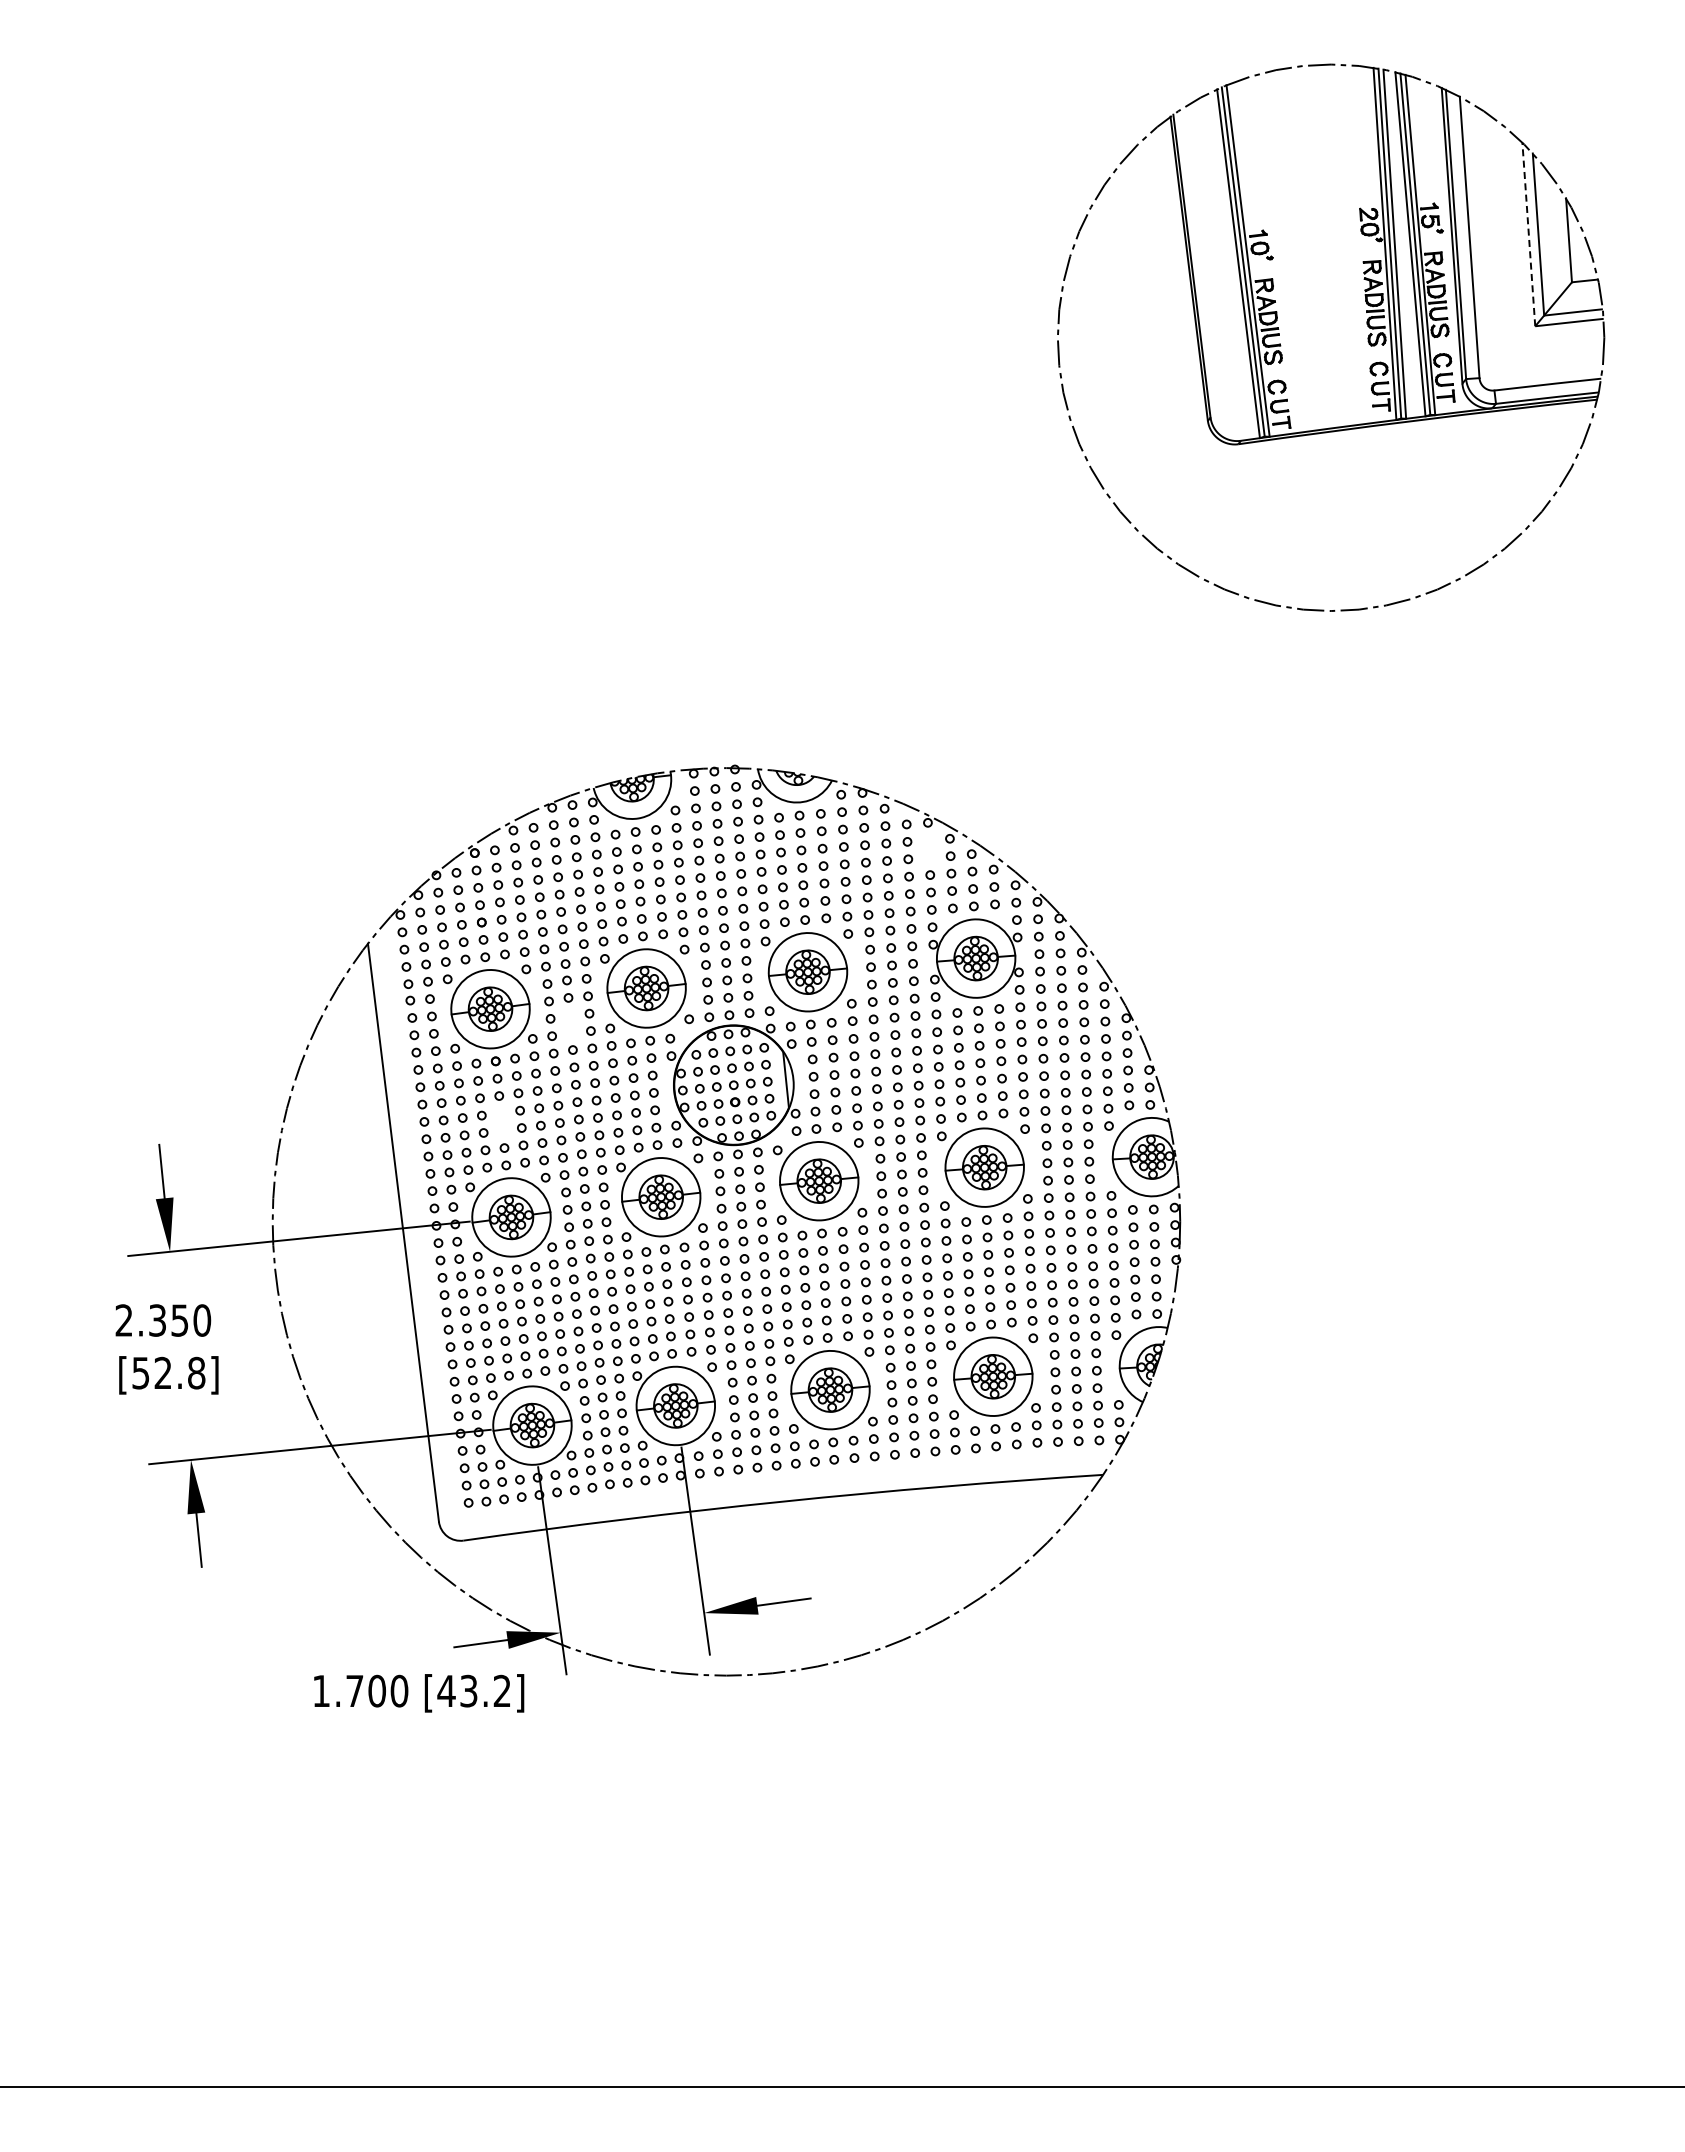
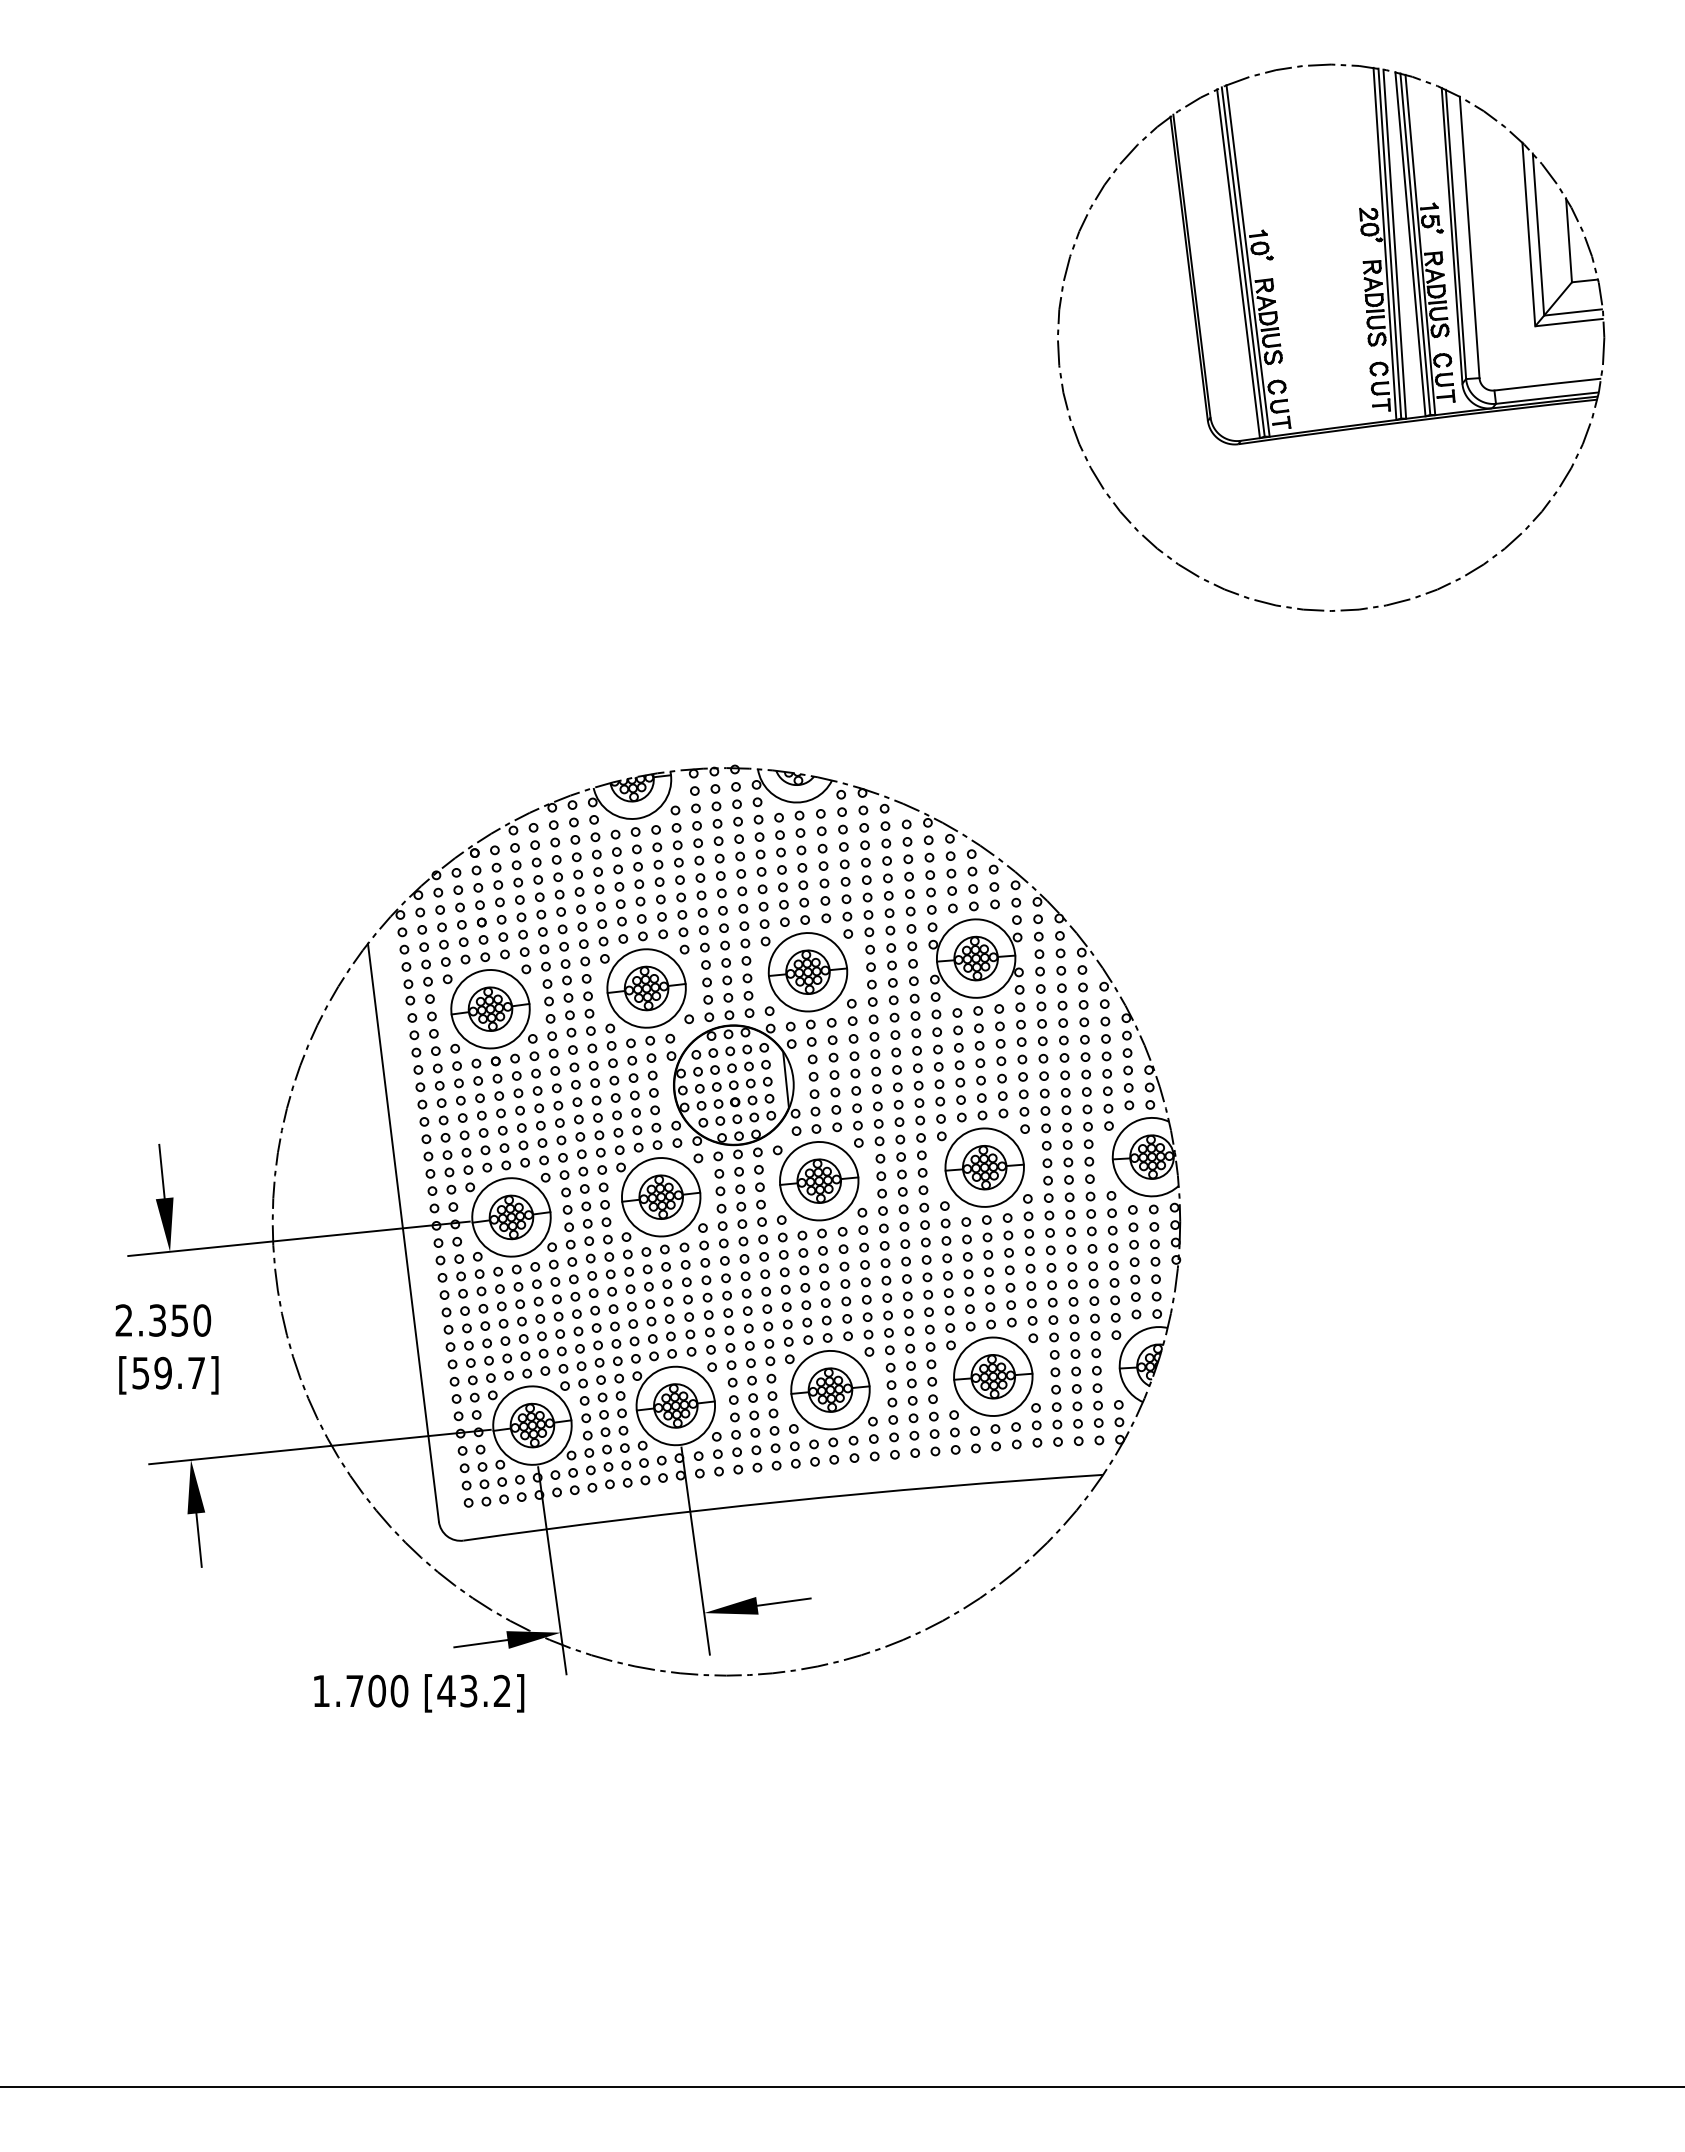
line at (1528, 233): dashed -> solid
part at (928, 848): none -> present
part at (570, 1023): none -> present
part at (501, 1121): none -> present
text at (179, 1372): [52.8] -> [59.7]
